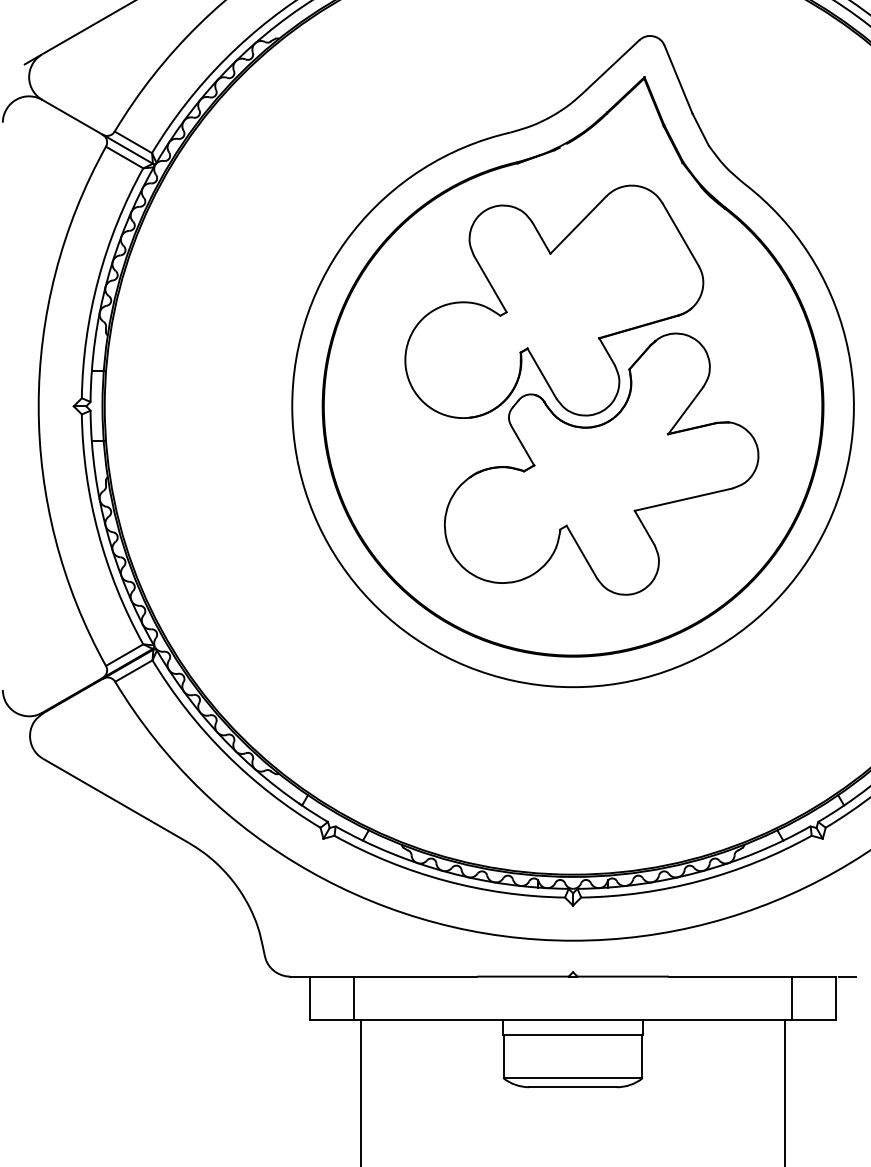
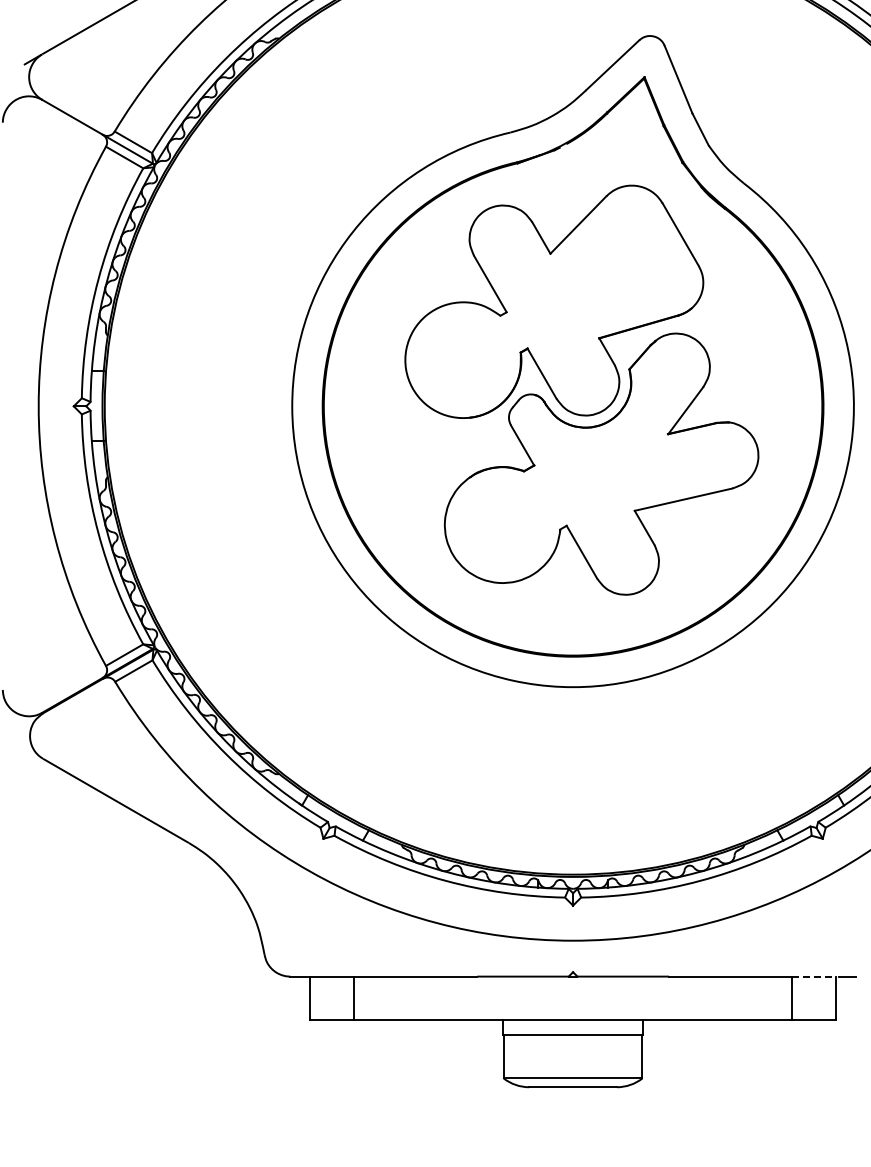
line at (814, 976): solid -> dashed
line at (361, 1091): present -> none
line at (784, 1091): present -> none
